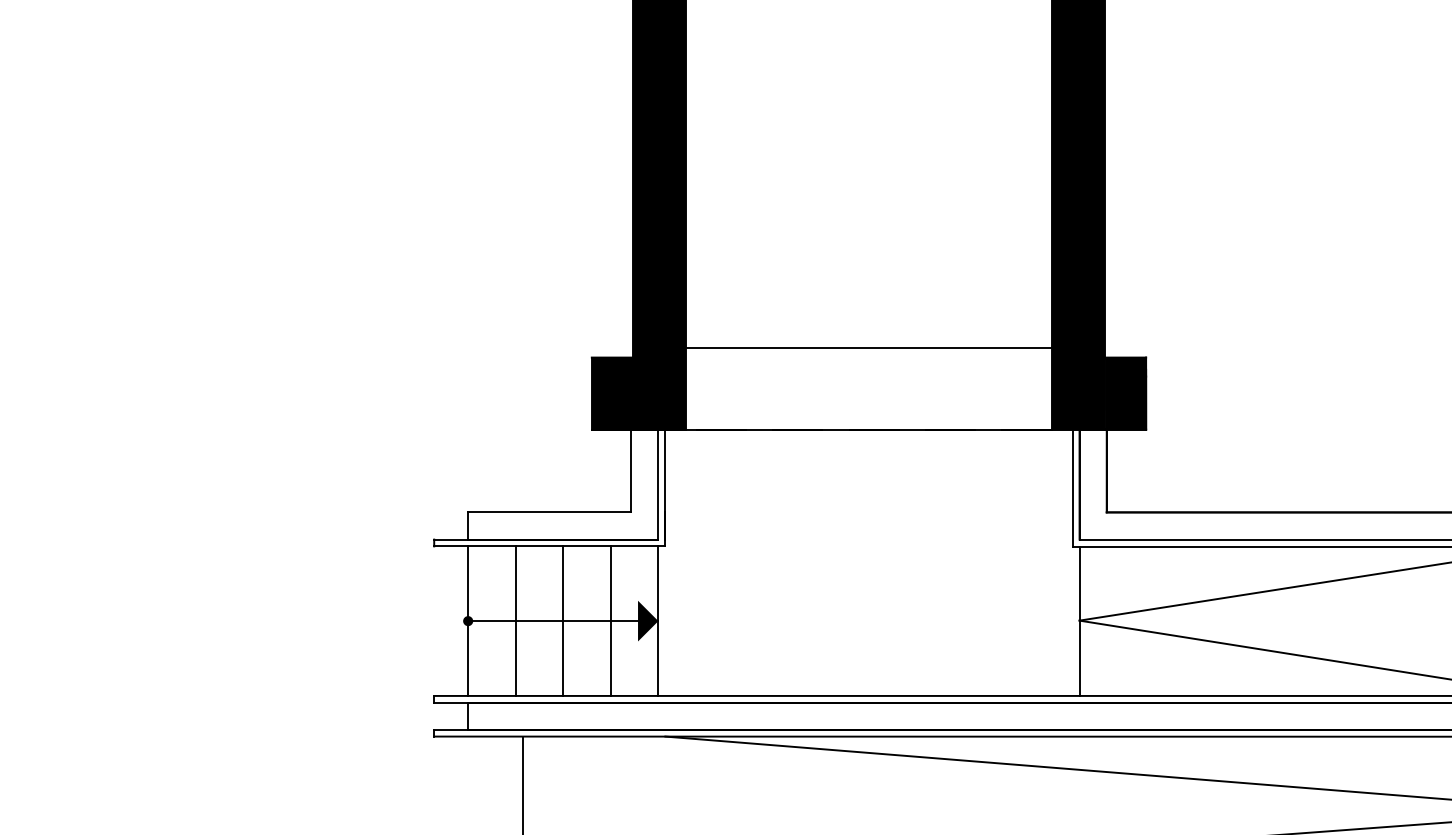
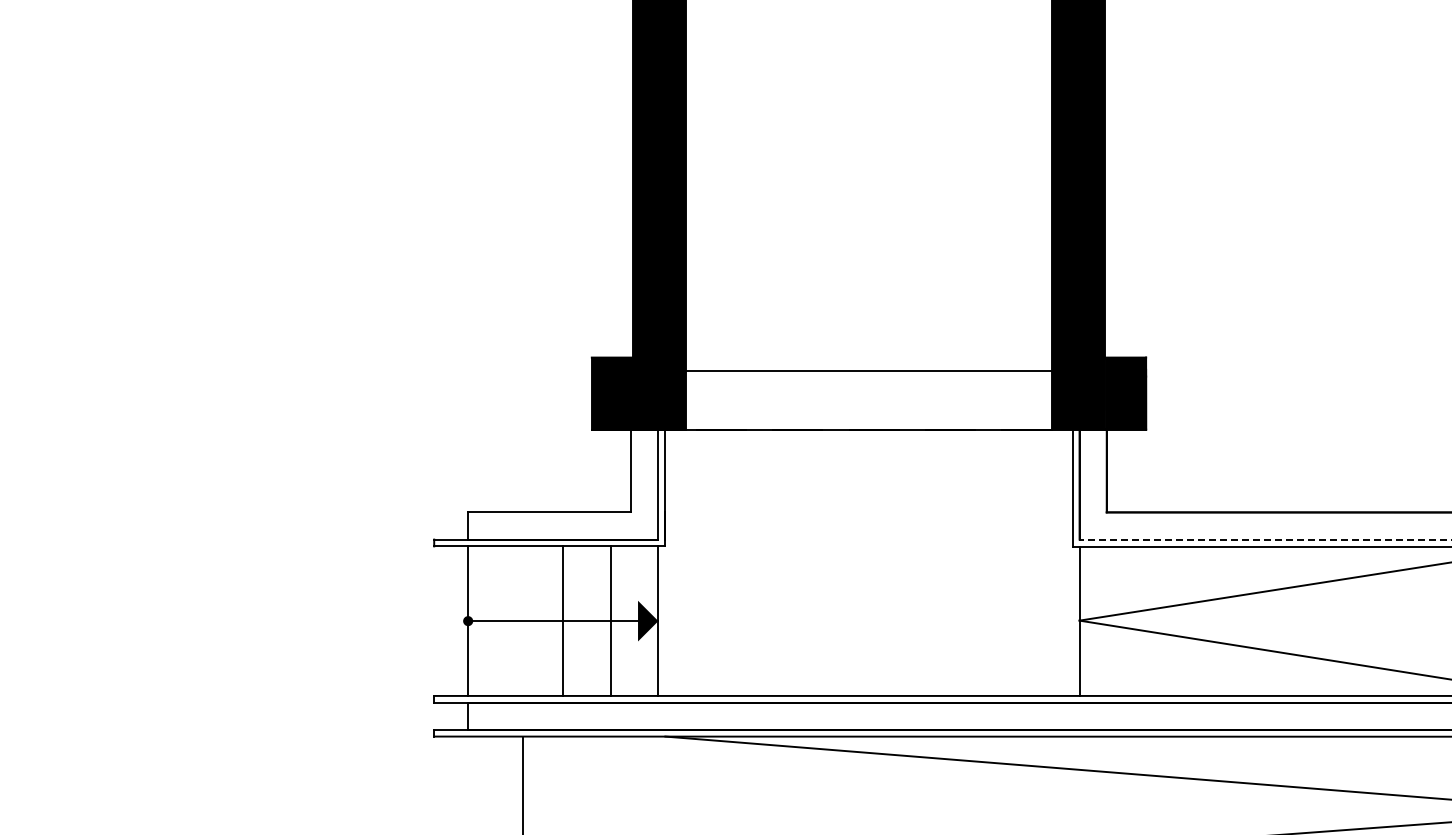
line at (868, 348) position: (868, 348) -> (868, 371)
line at (1265, 539): solid -> dashed
line at (515, 620): present -> none
